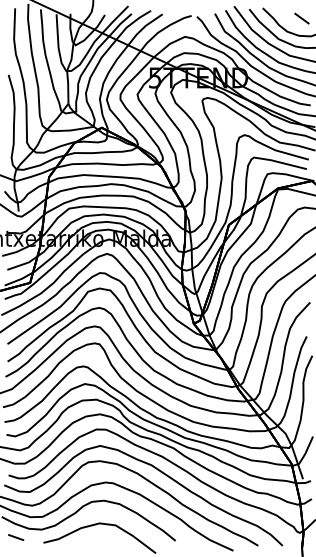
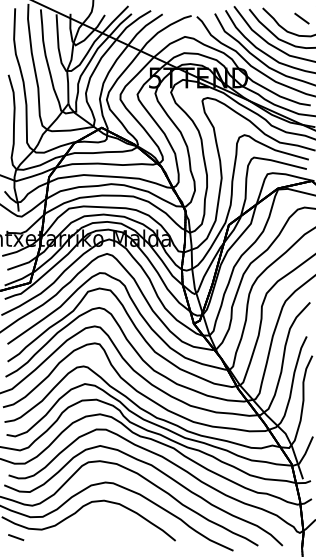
curve at (96, 525): present -> none
